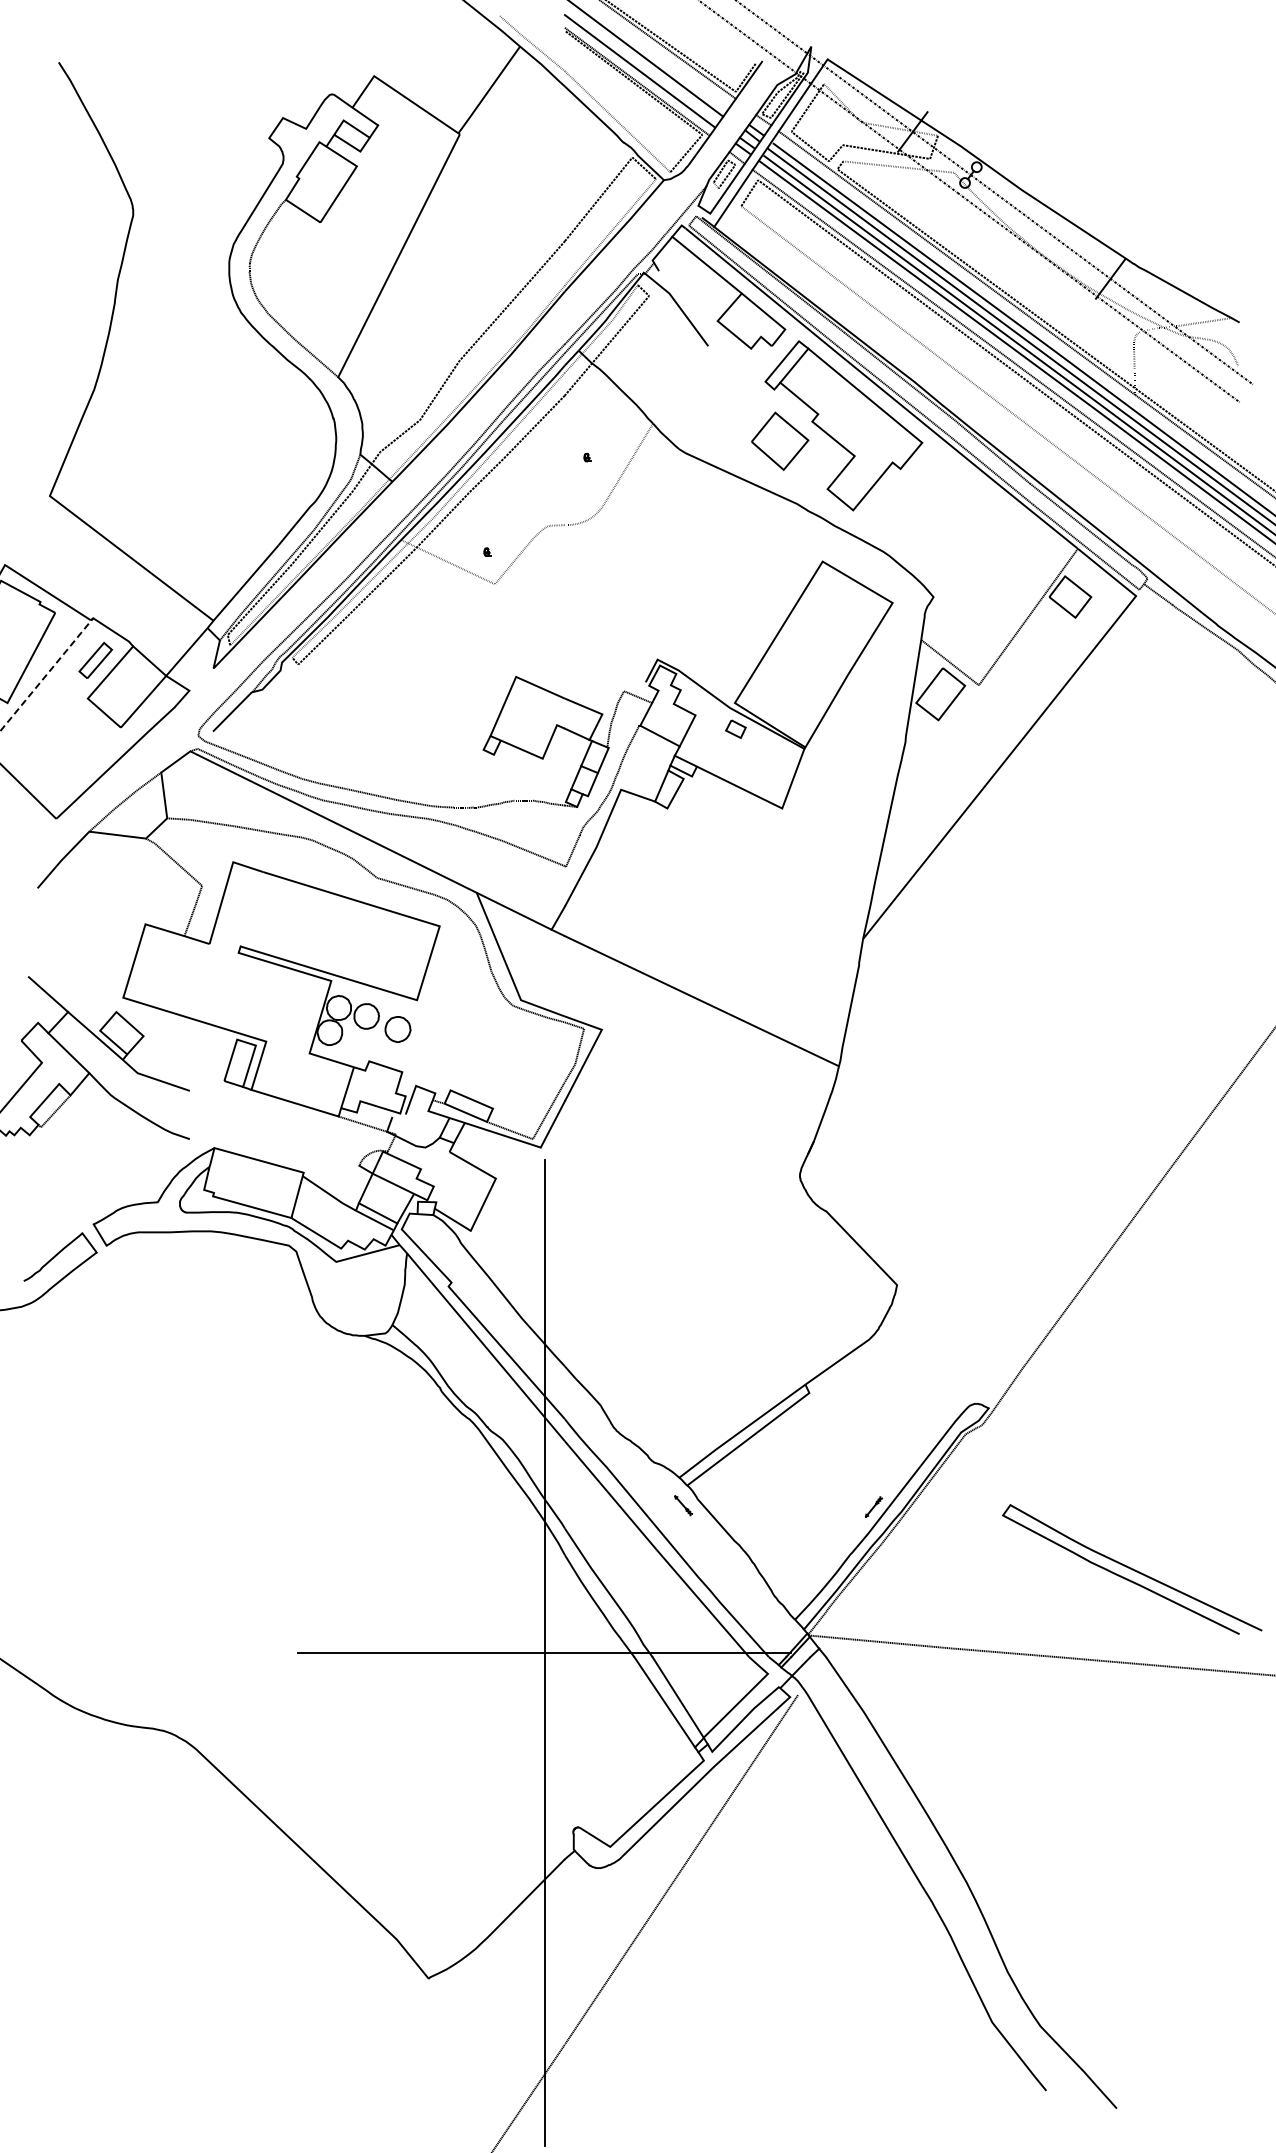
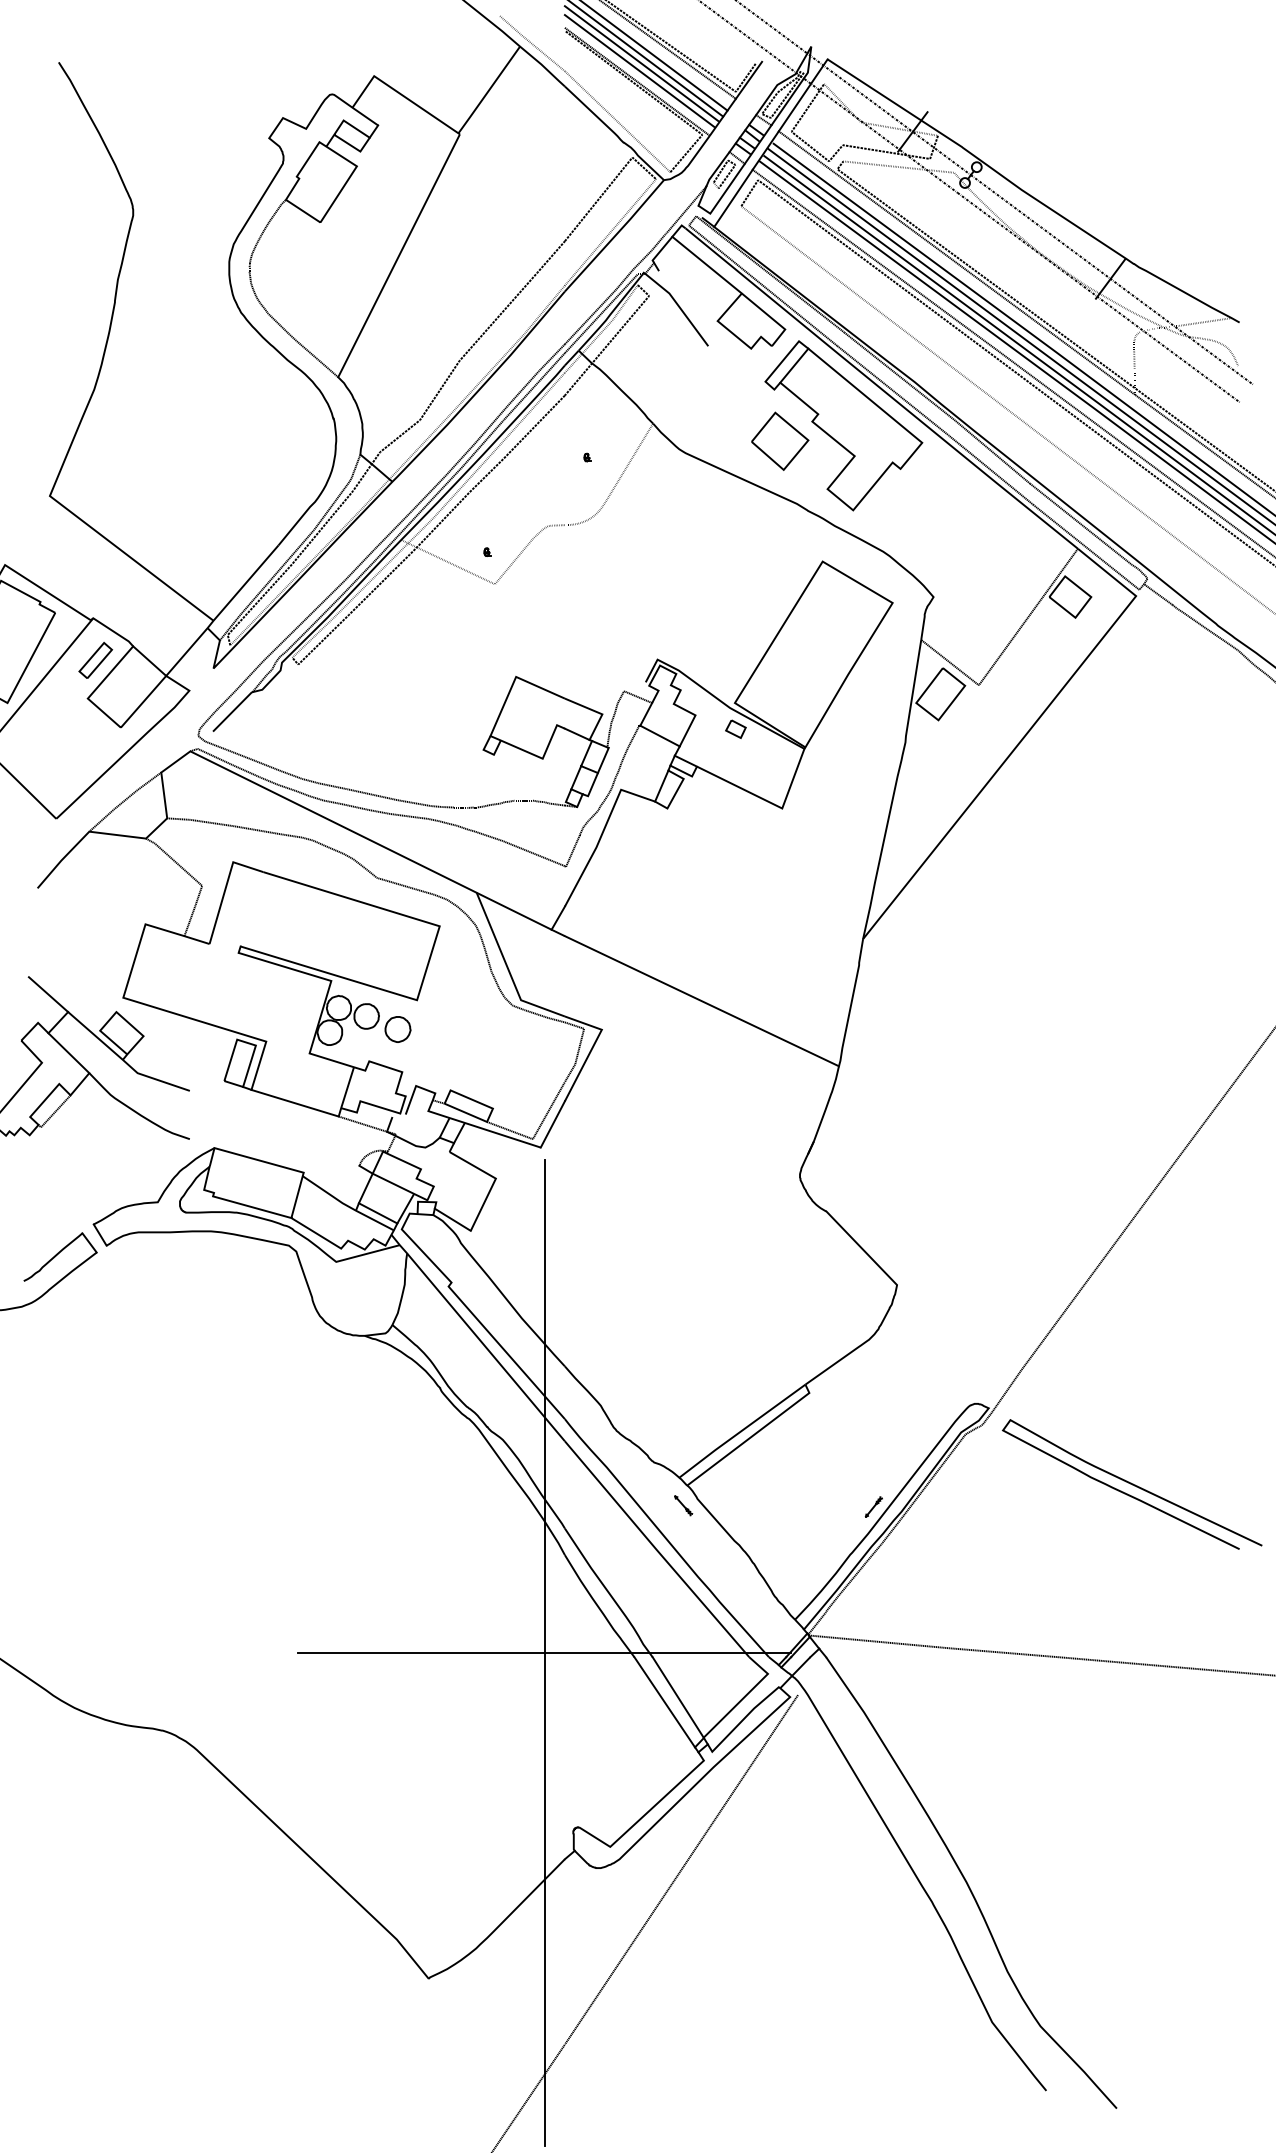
line at (654, 56): none -> present
line at (641, 63): none -> present
line at (46, 674): dashed -> solid
curve at (1131, 1569) position: (1131, 1569) -> (1131, 1484)
